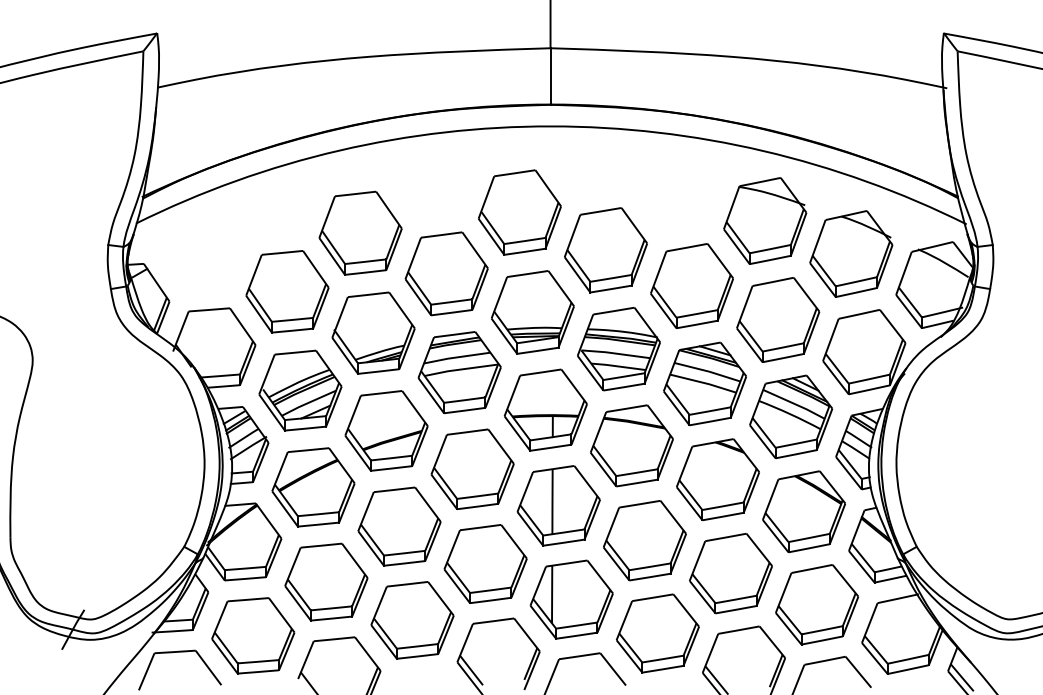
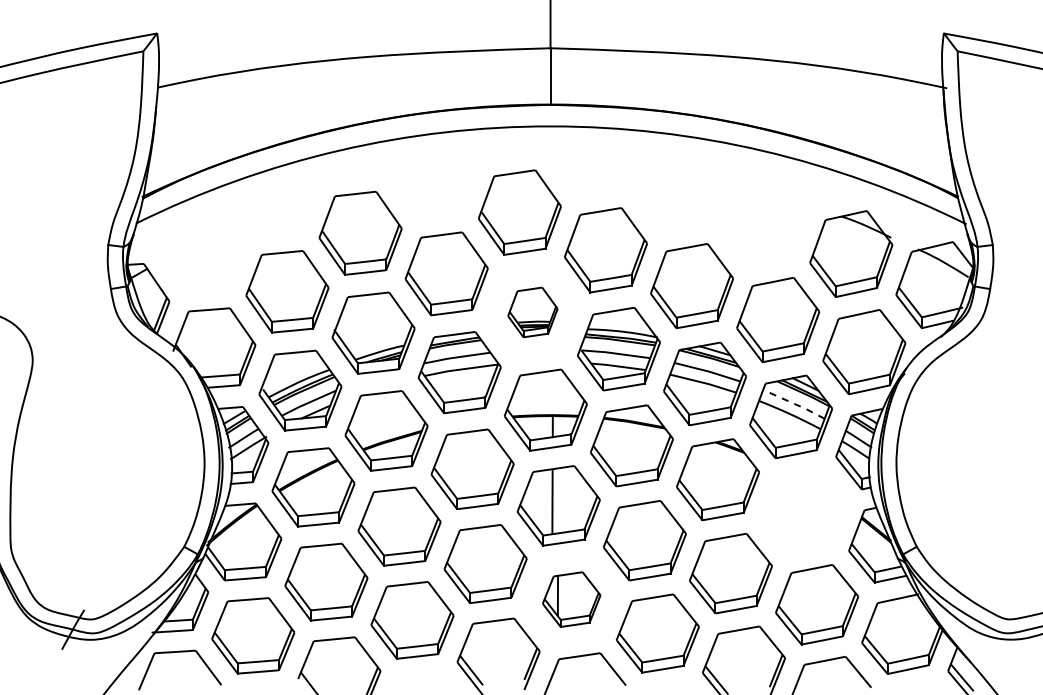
part at (765, 220): present -> none
part at (532, 312) size: 84x85 px -> 52x53 px
line at (795, 404): solid -> dashed
part at (803, 511): present -> none
part at (571, 599) size: 85x81 px -> 60x57 px
